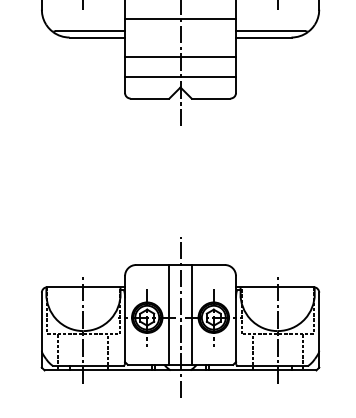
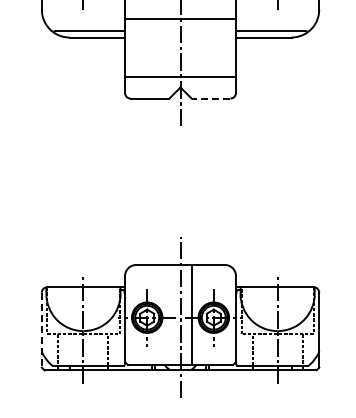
line at (180, 56): present -> none
line at (210, 98): solid -> dashed
line at (169, 314): present -> none
line at (41, 330): solid -> dashed
